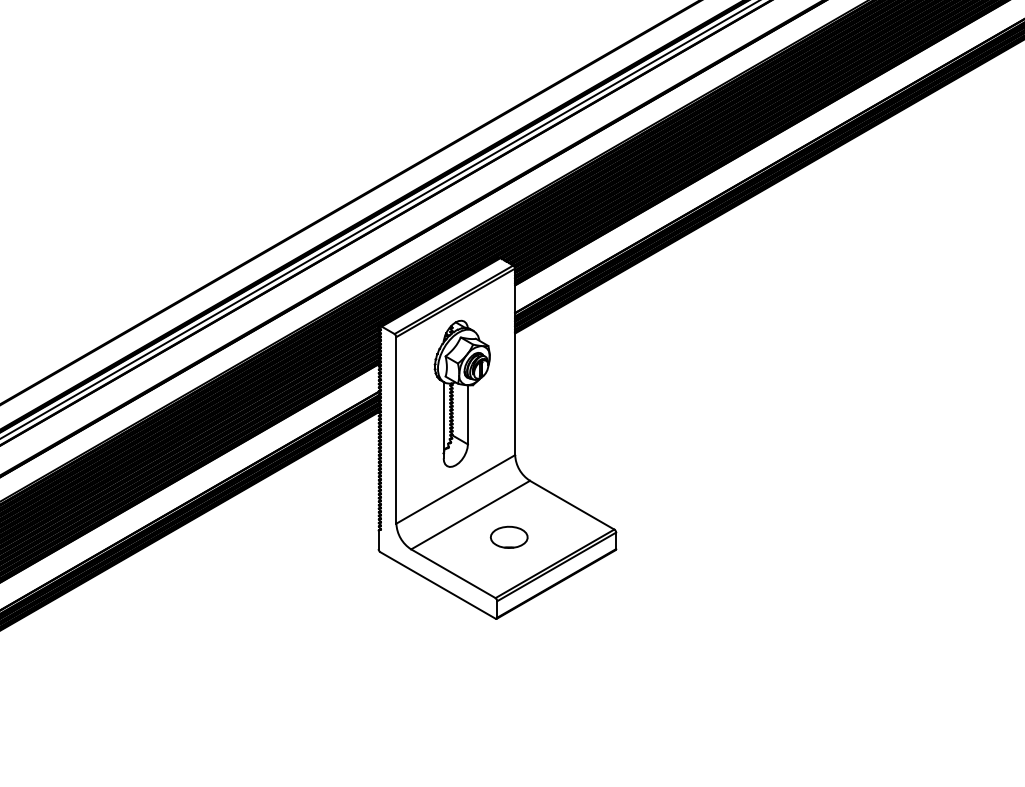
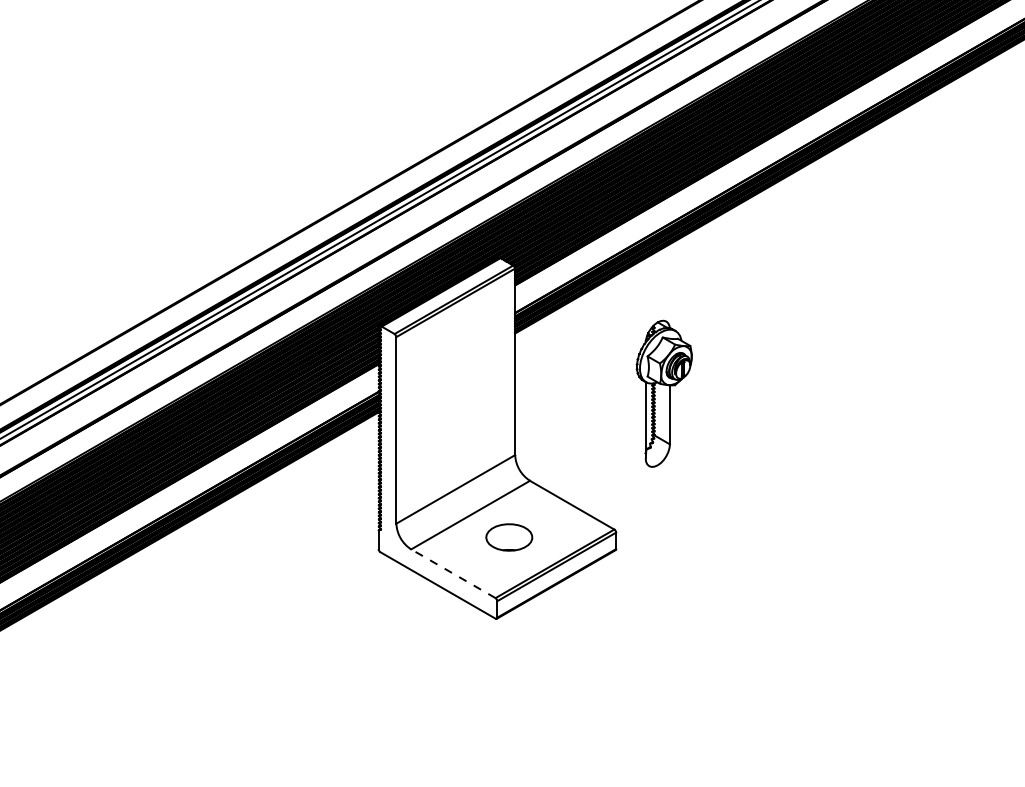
part at (461, 393) position: (461, 393) -> (663, 393)
part at (508, 536) size: 40x24 px -> 49x29 px
line at (453, 573): solid -> dashed
